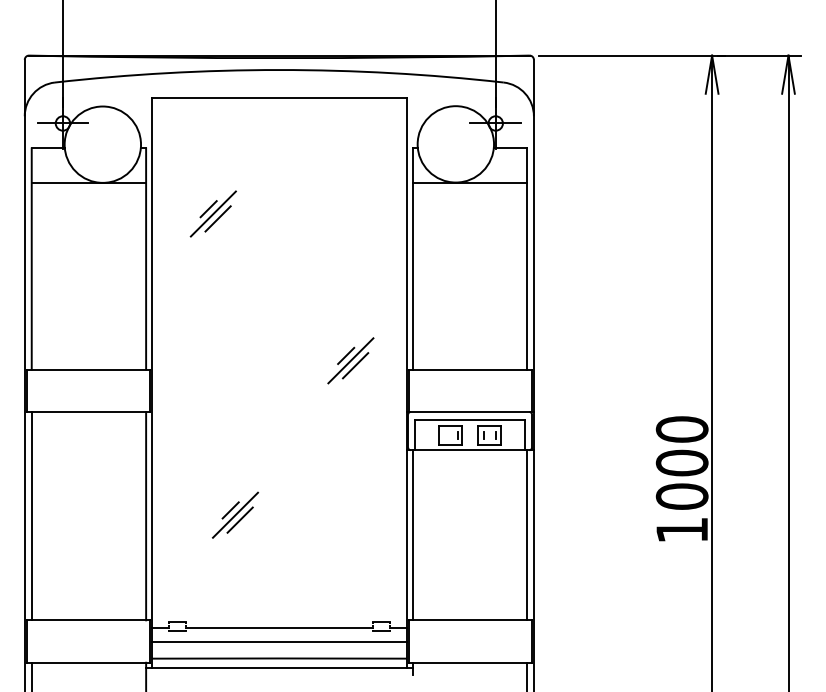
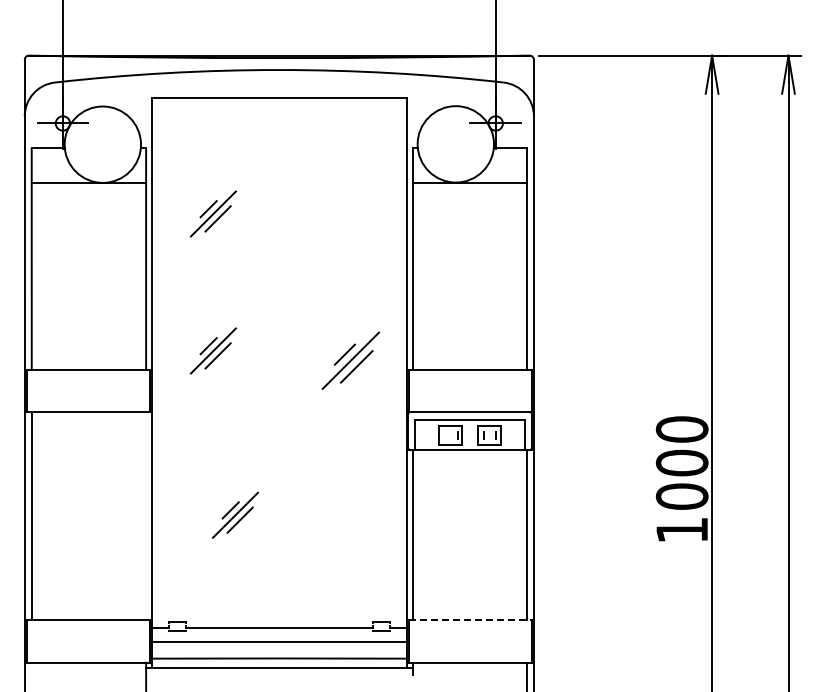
part at (212, 350): none -> present
part at (350, 360) size: 48x48 px -> 60x59 px
line at (146, 516): present -> none
line at (470, 620): solid -> dashed
line at (31, 675): present -> none
